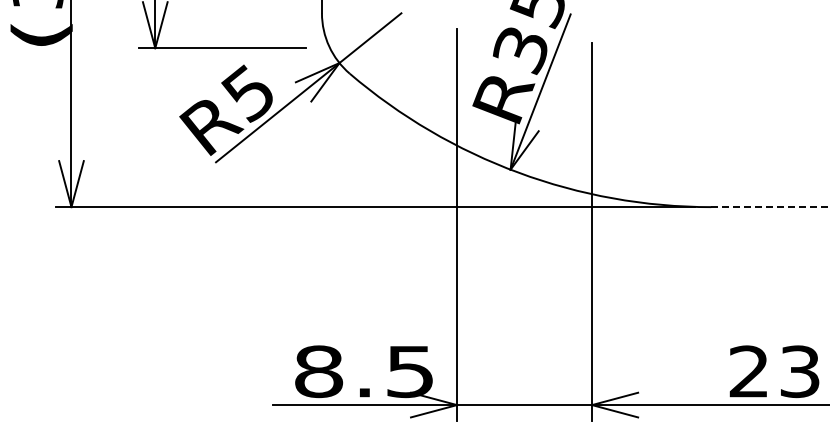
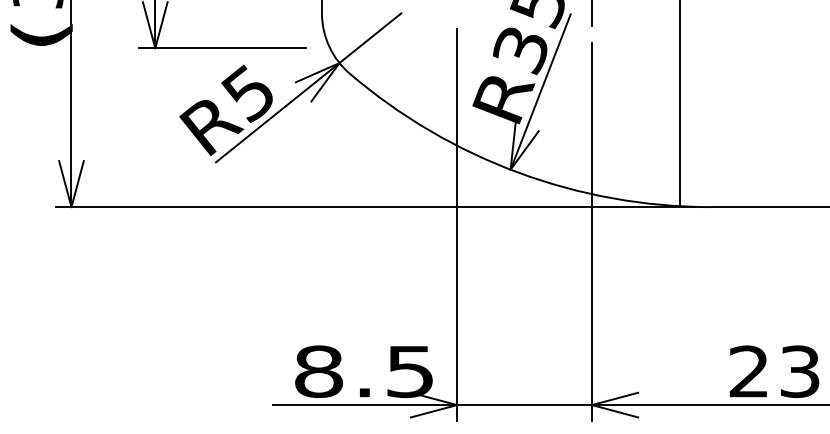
line at (592, 14): none -> present
line at (679, 104): none -> present
line at (770, 207): dashed -> solid
